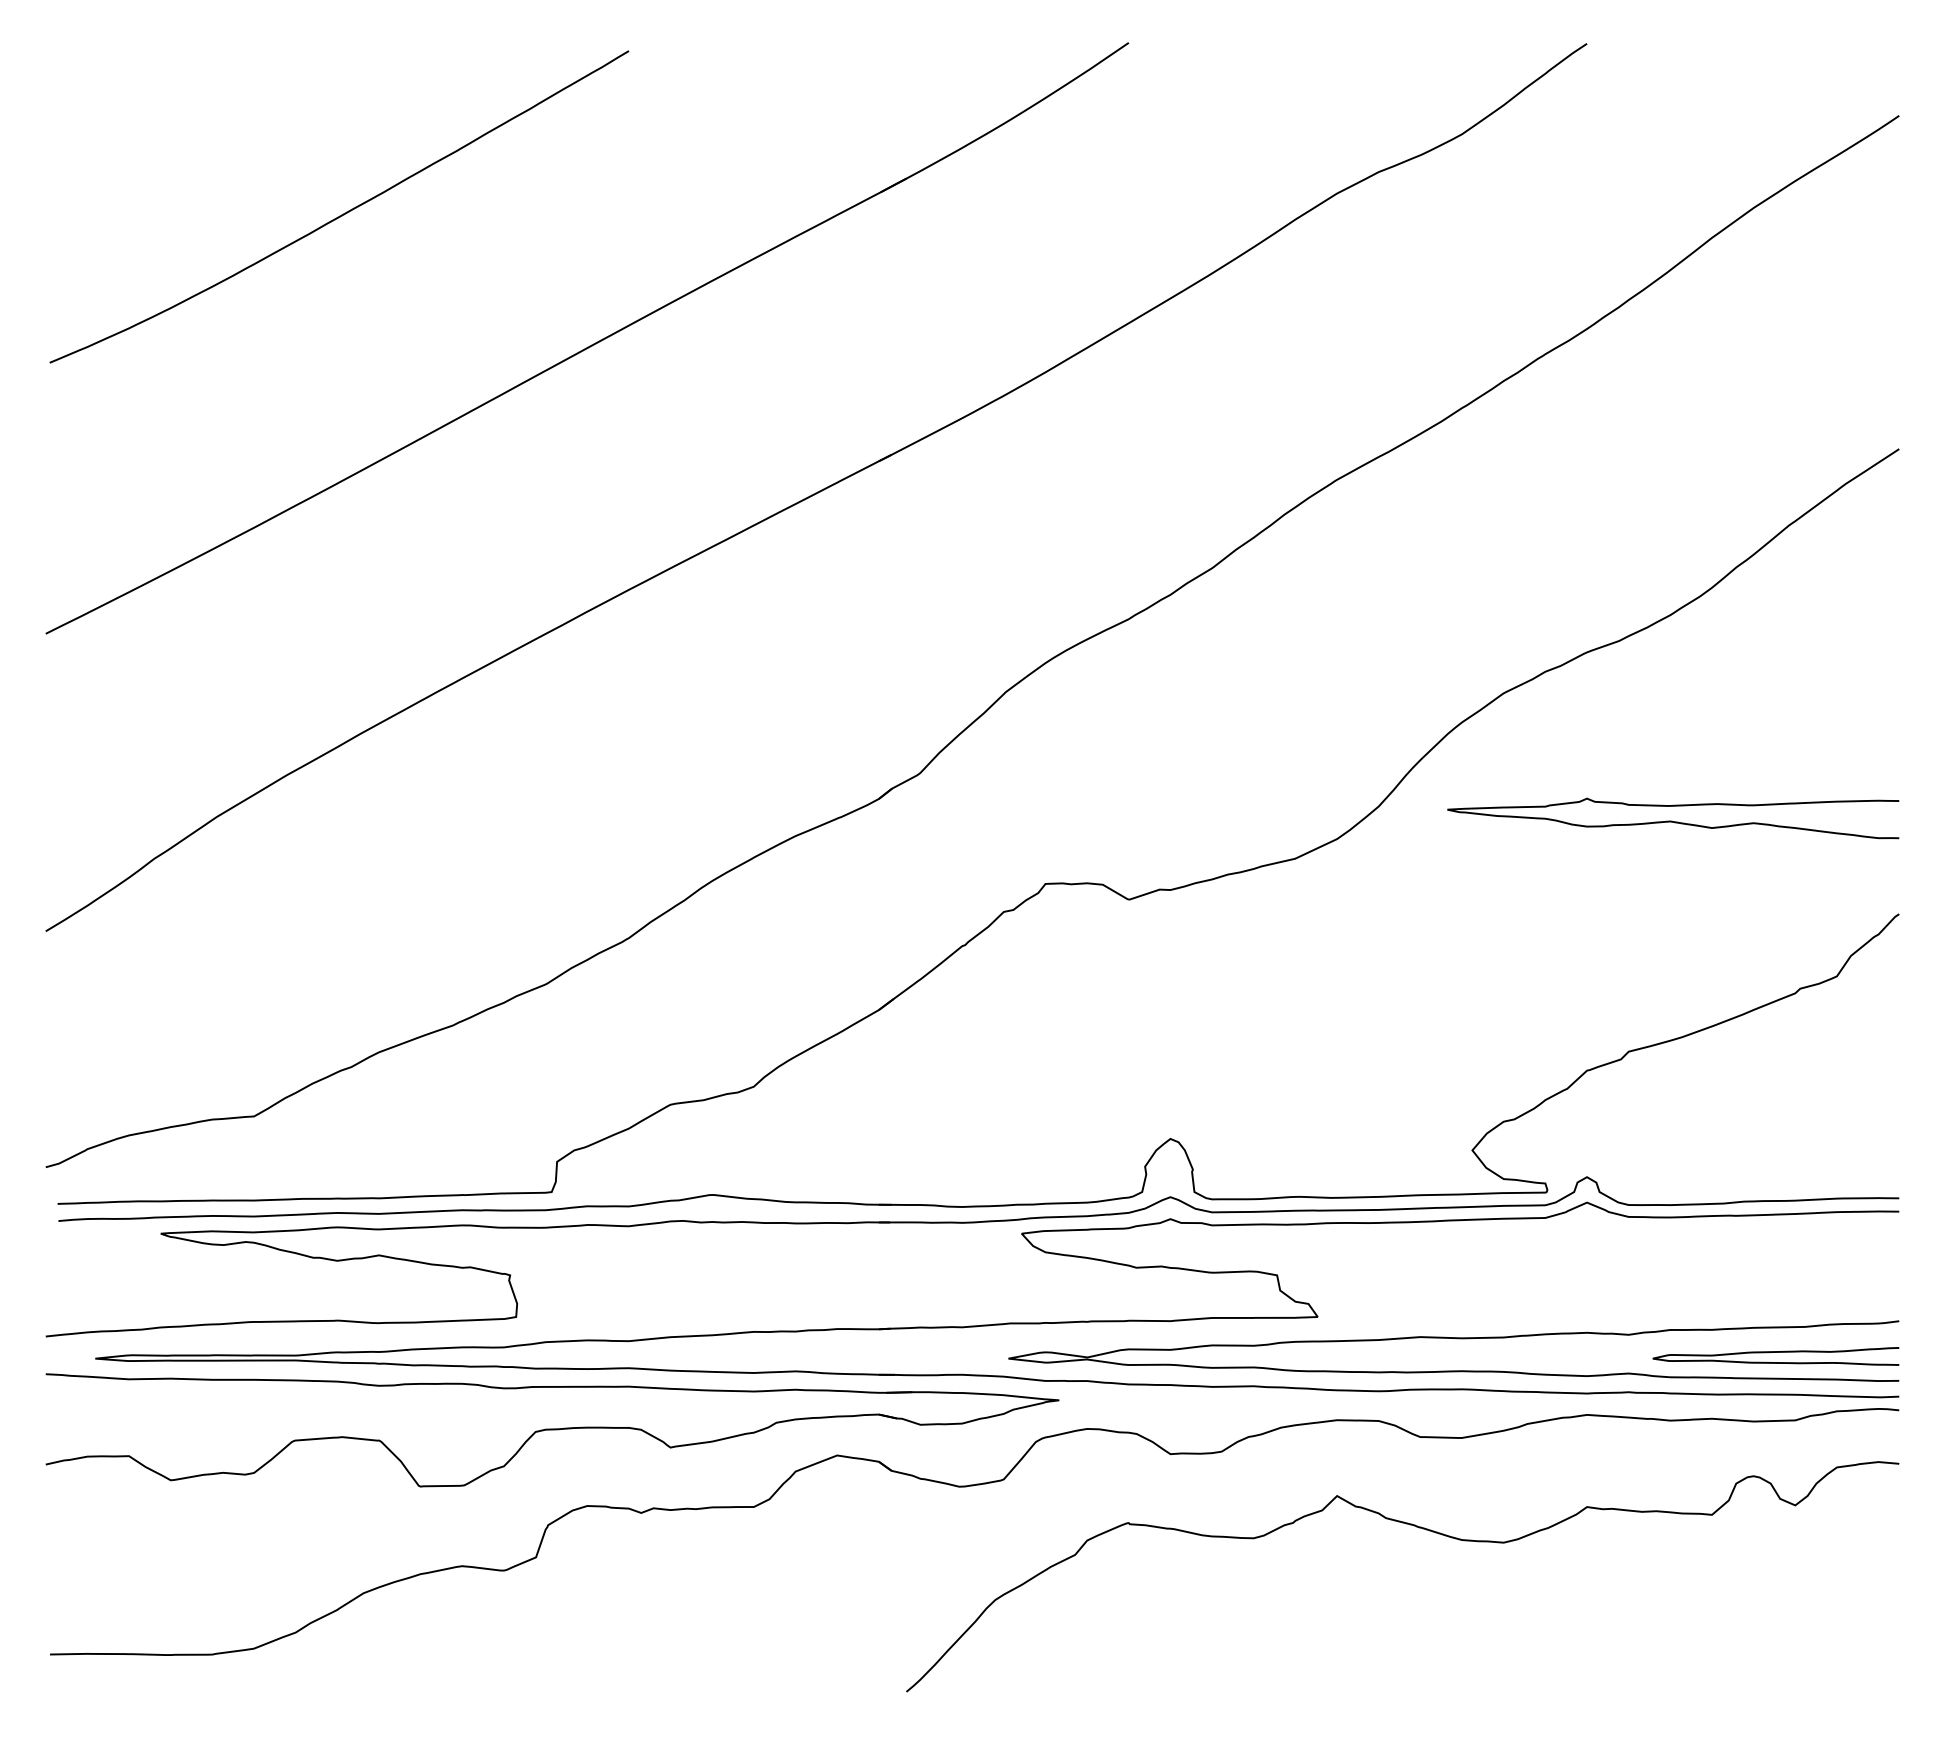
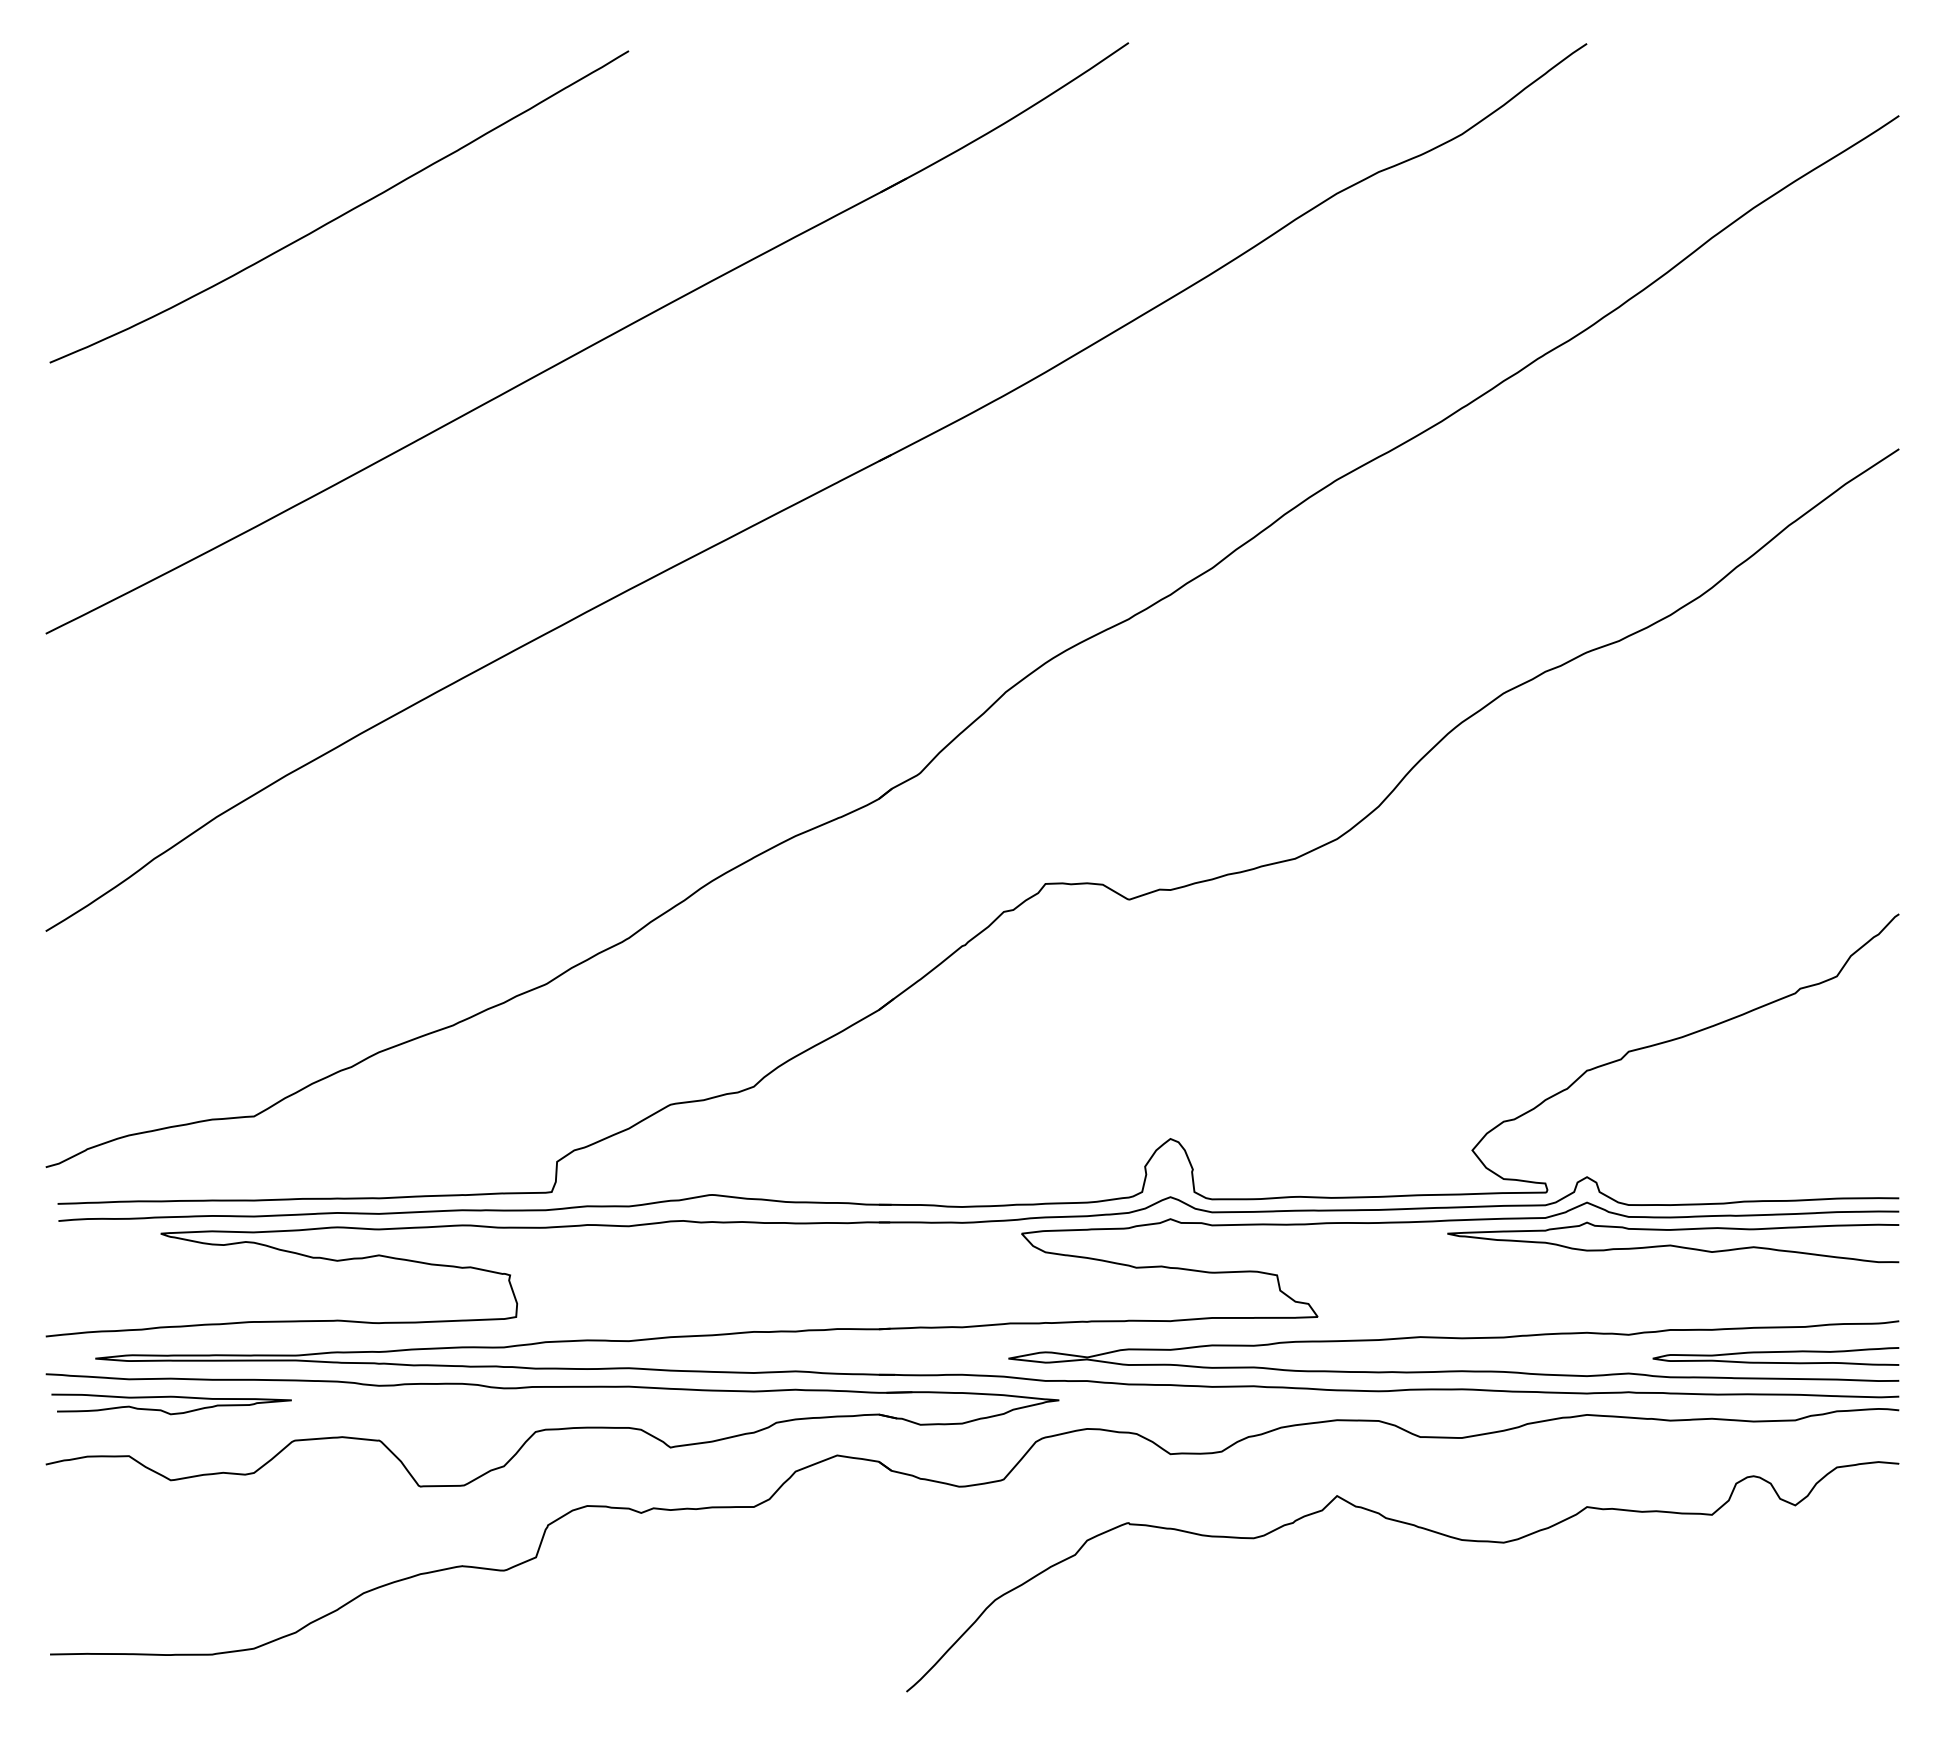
curve at (1672, 820) position: (1672, 820) -> (1672, 1244)
curve at (171, 1397): none -> present
